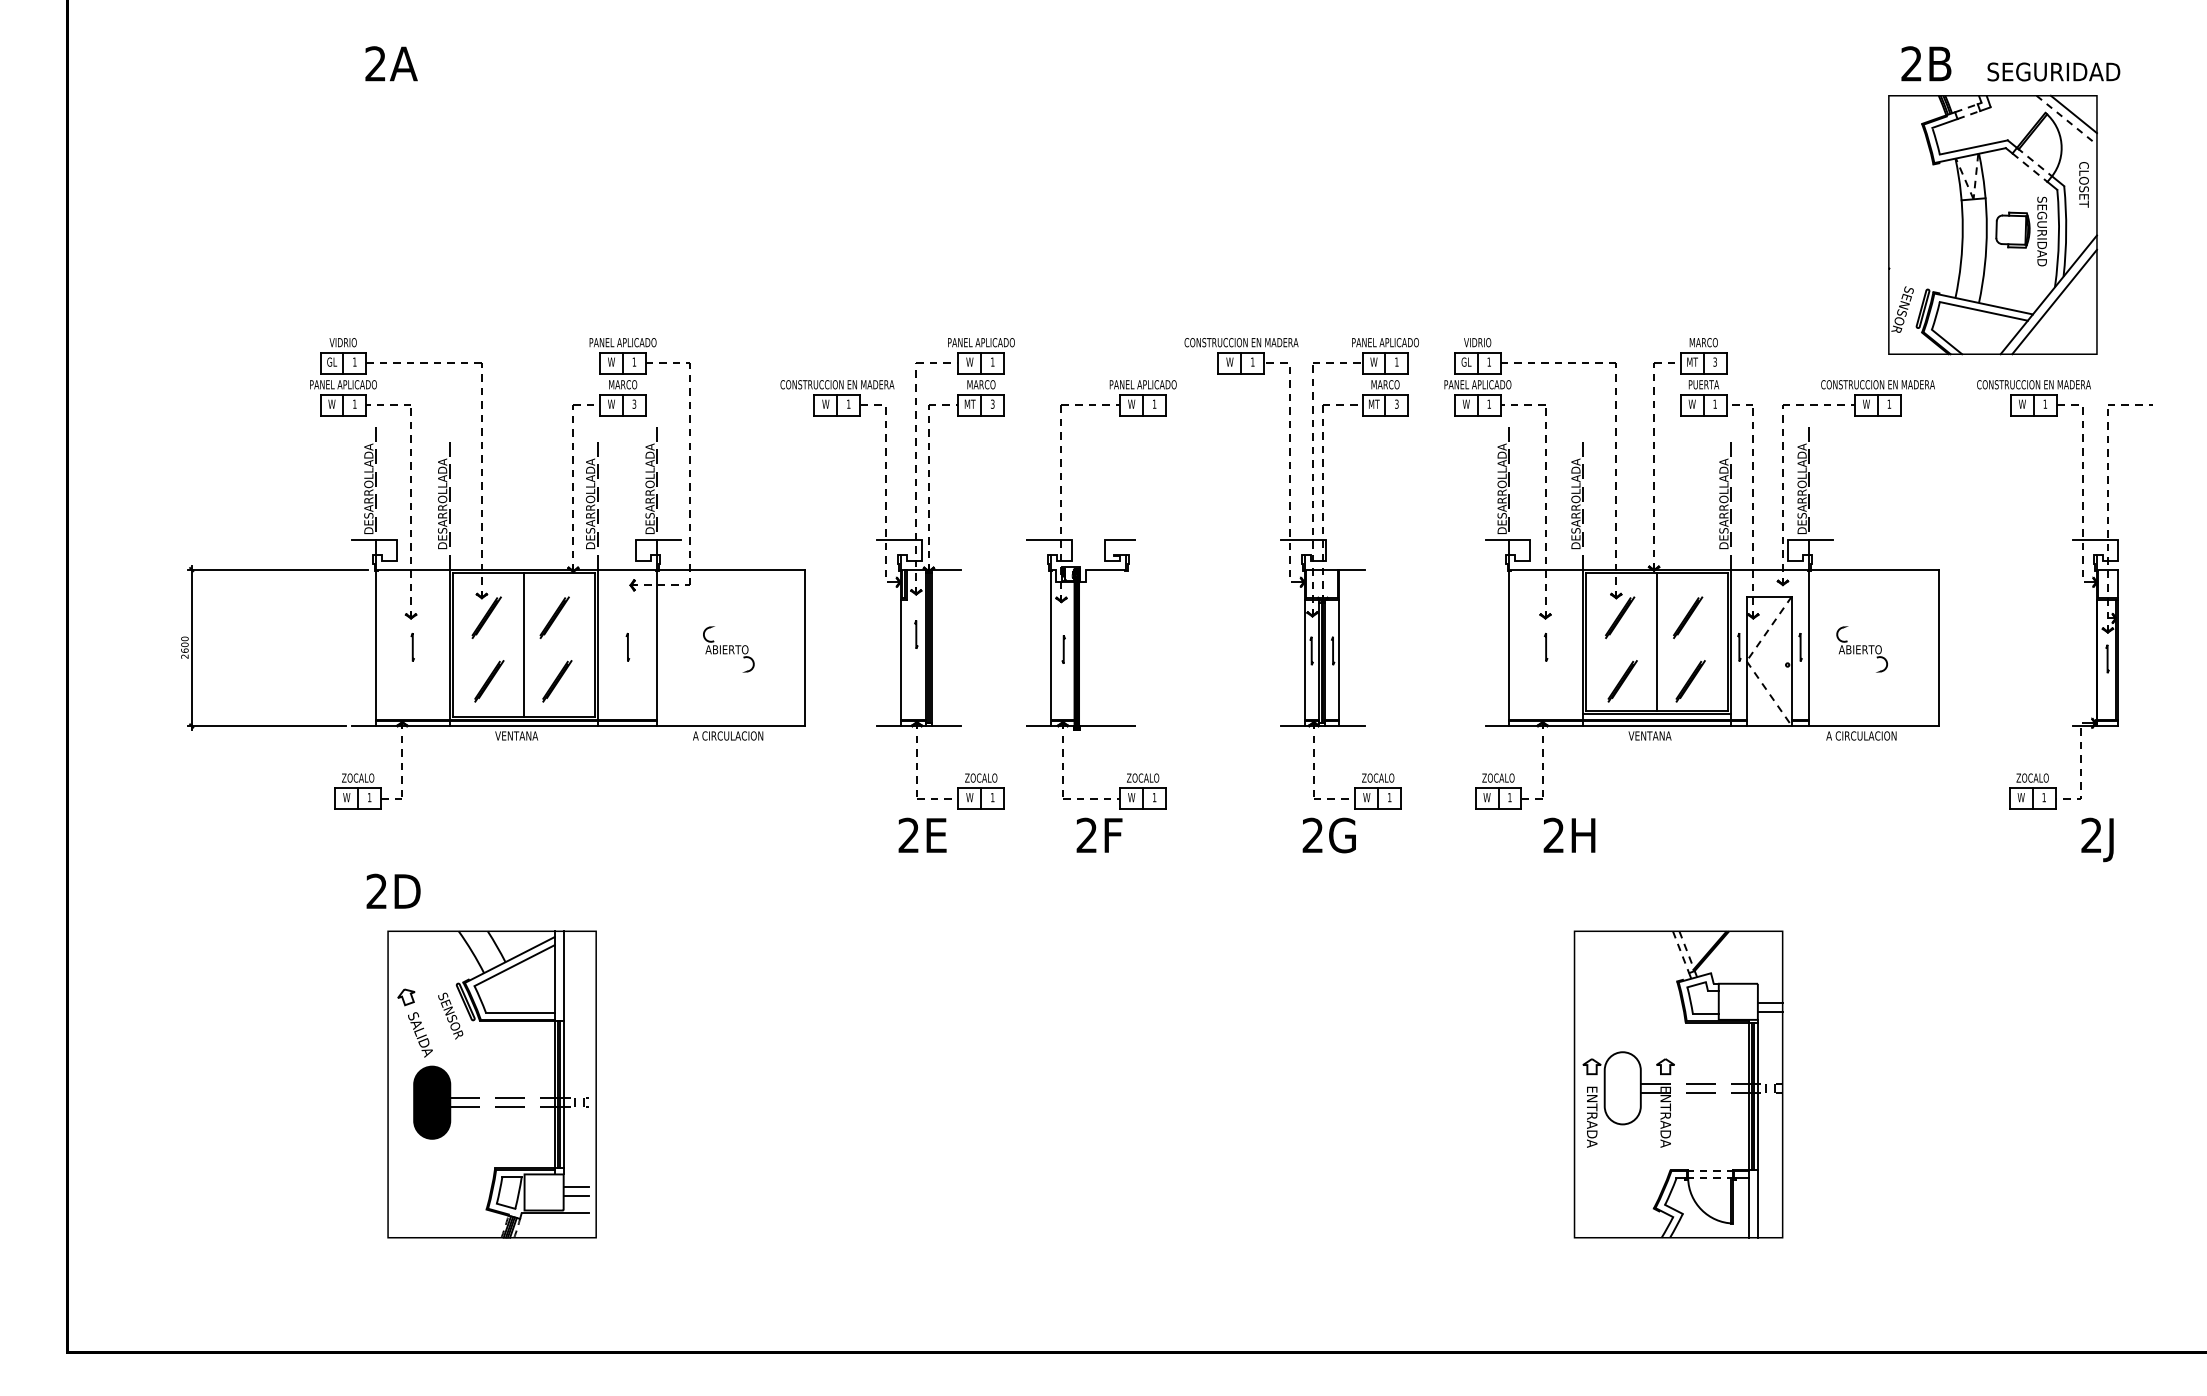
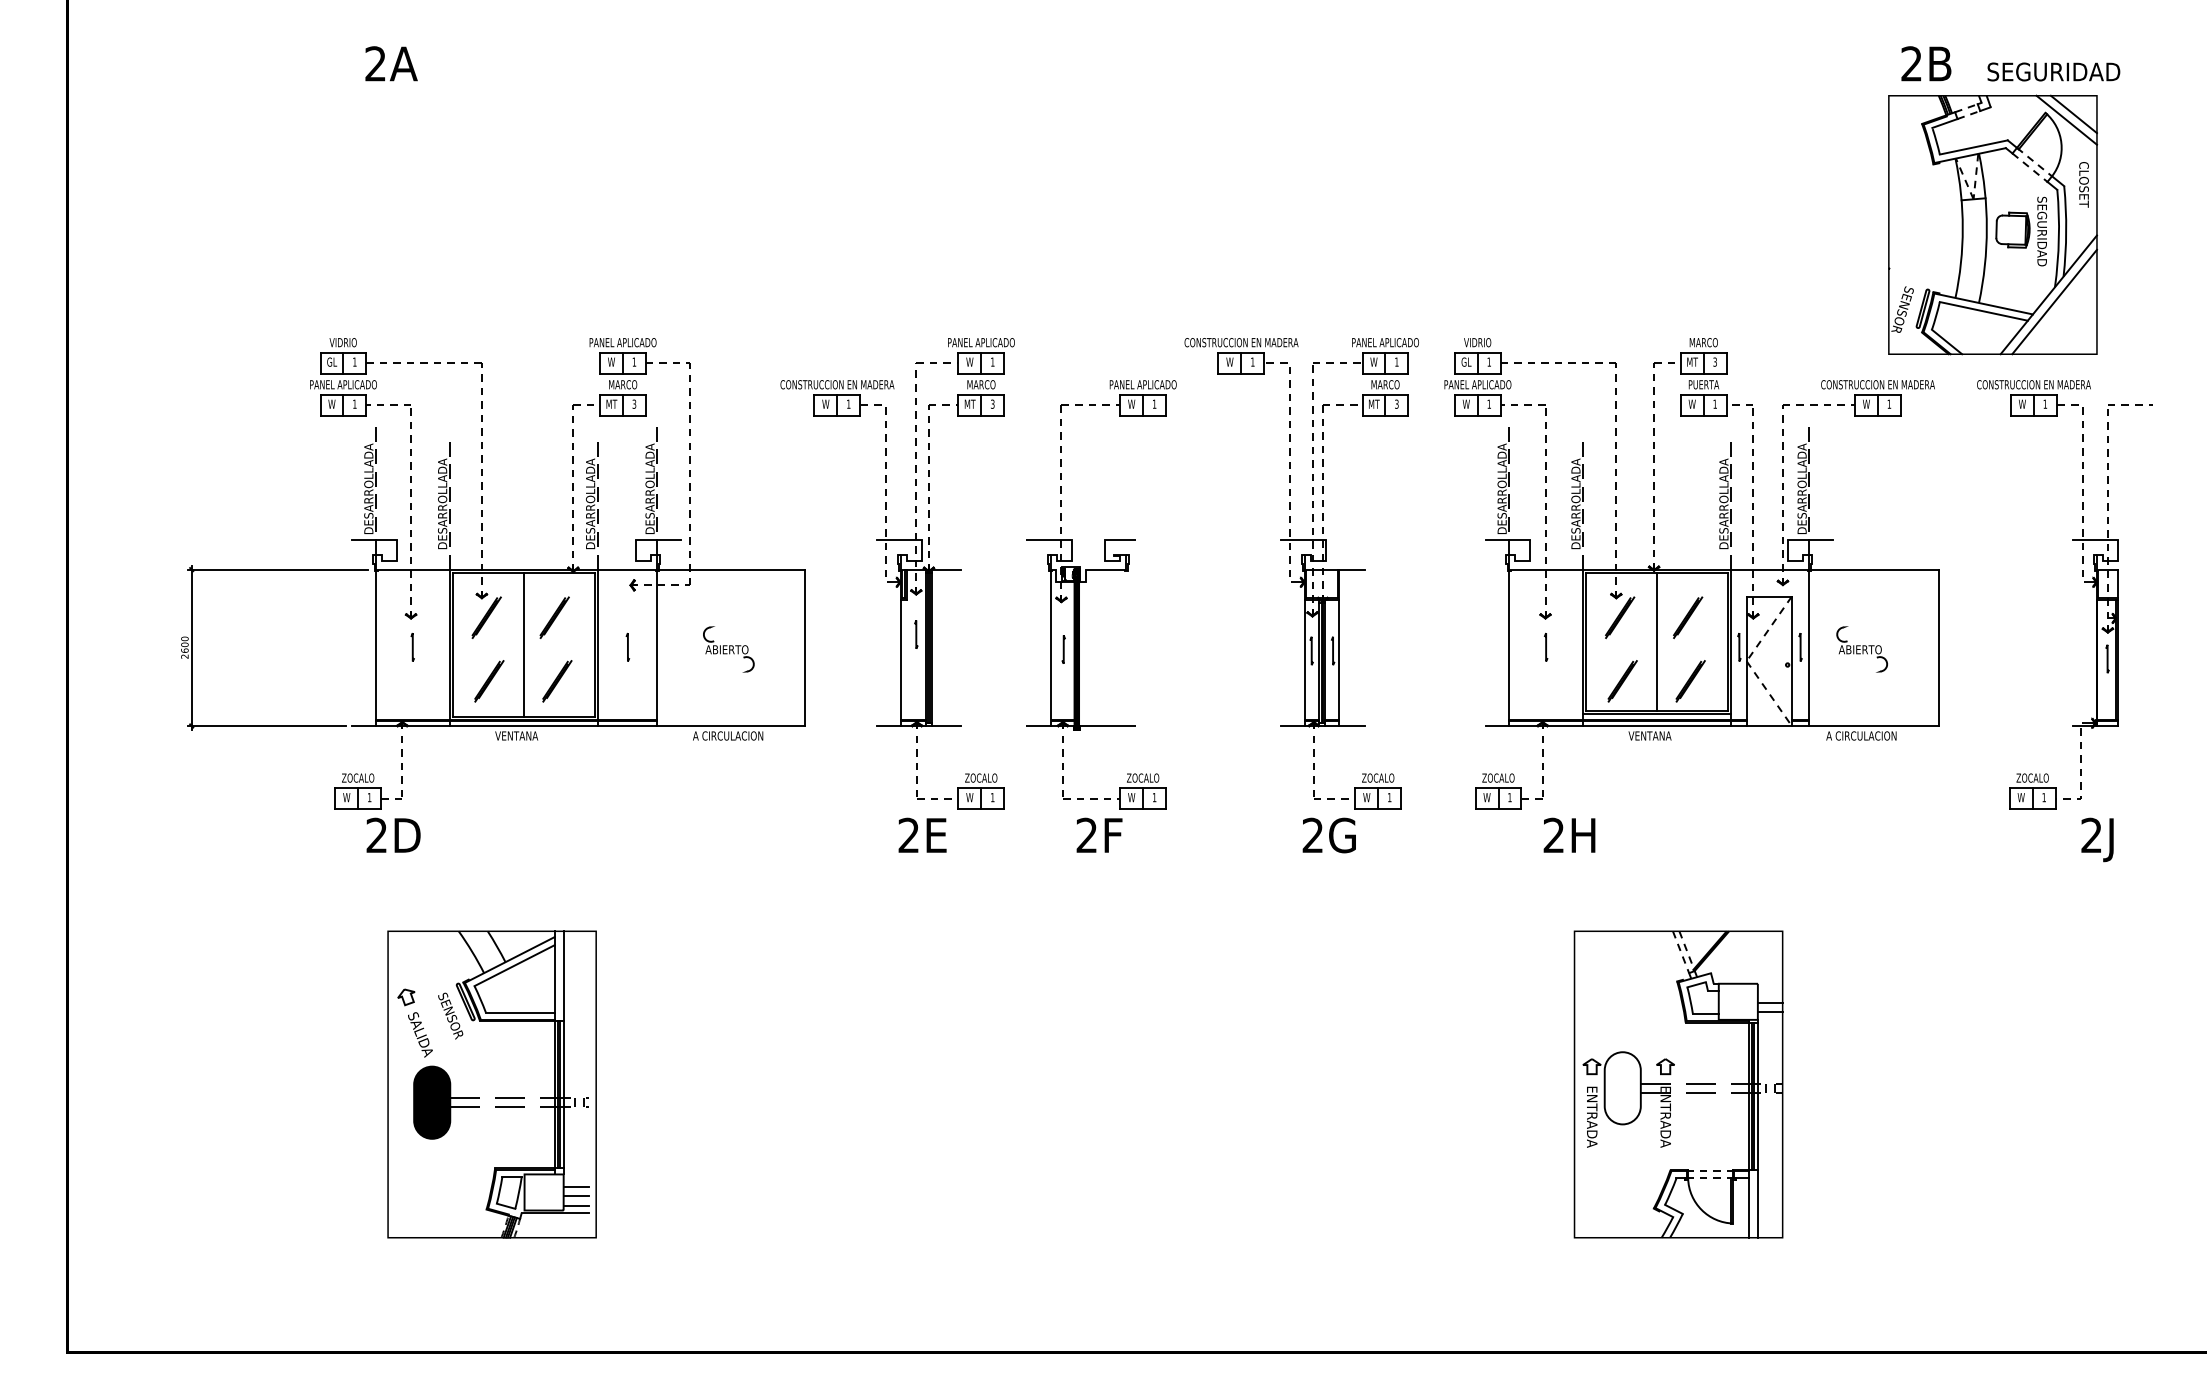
line at (2066, 120): dashed -> solid
text at (611, 403): W -> MT
text at (393, 890) position: (393, 890) -> (393, 834)
line at (575, 1205): none -> present
